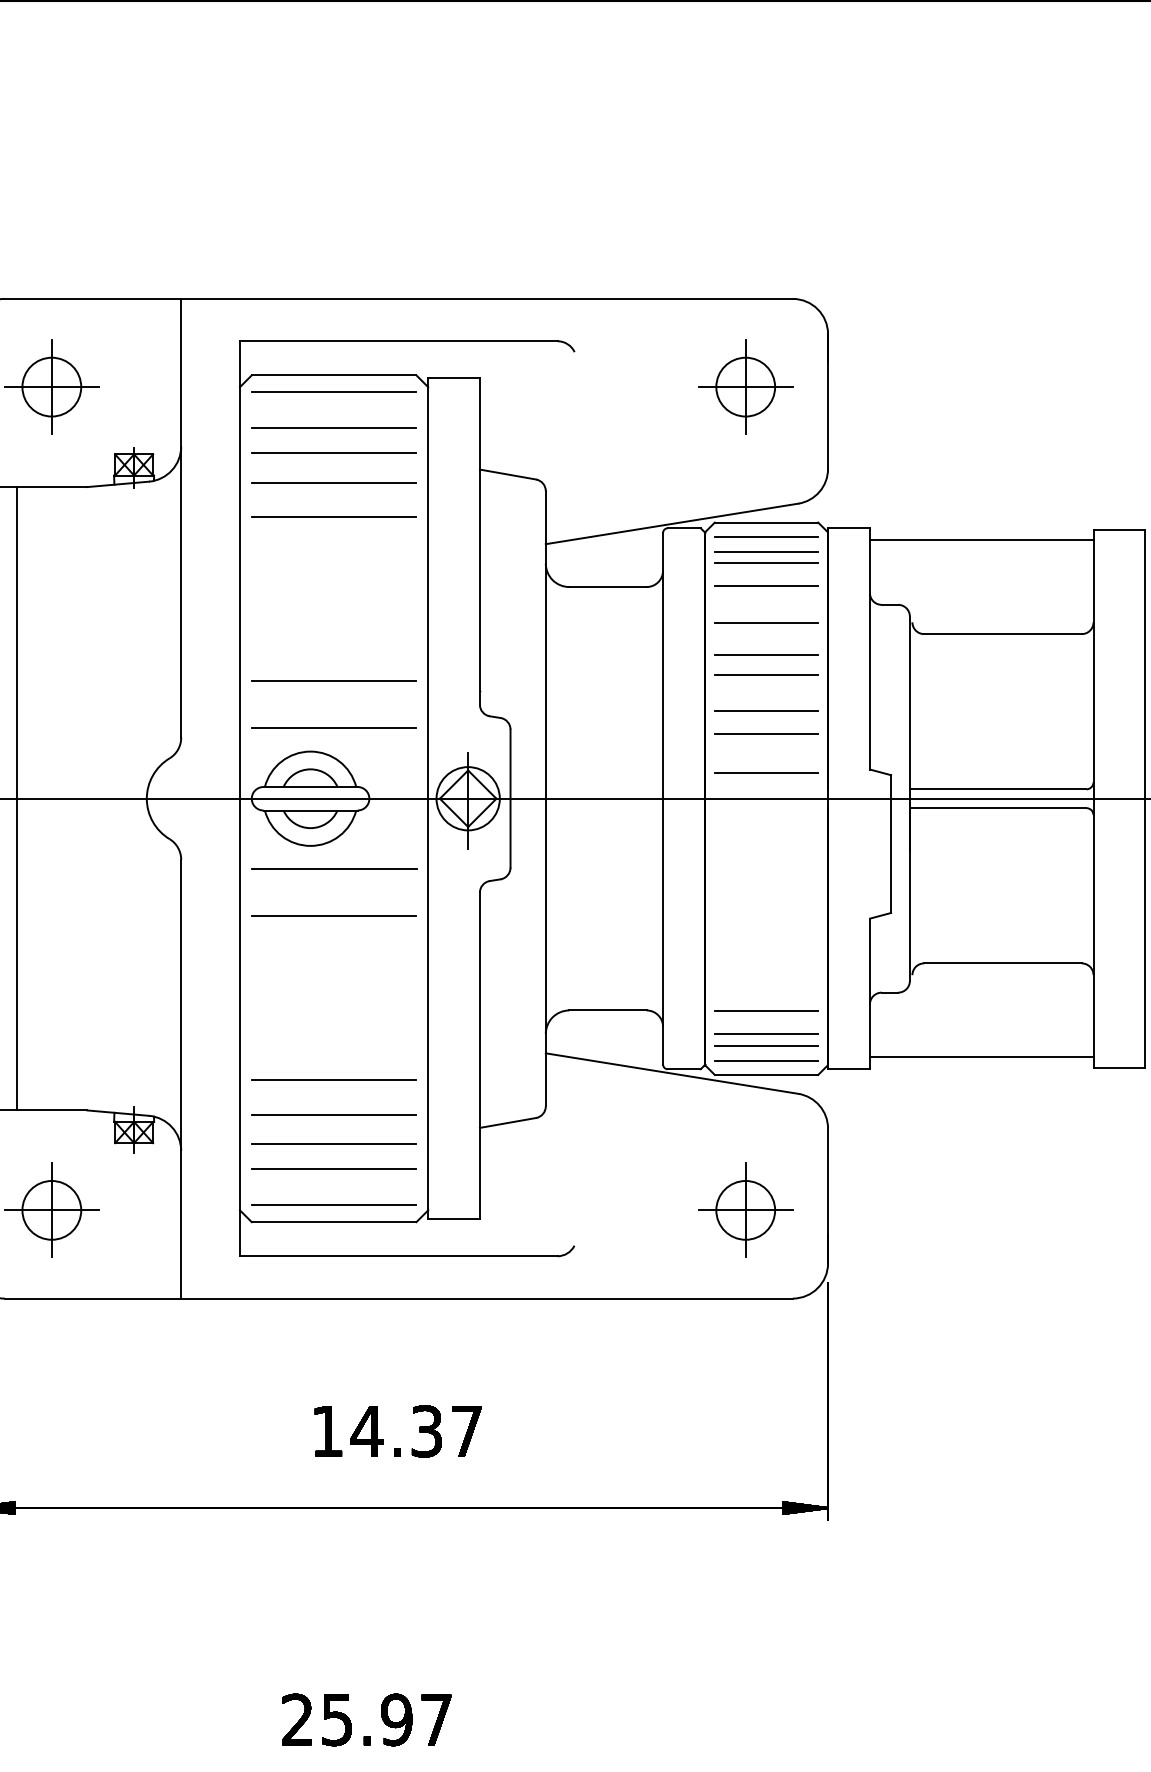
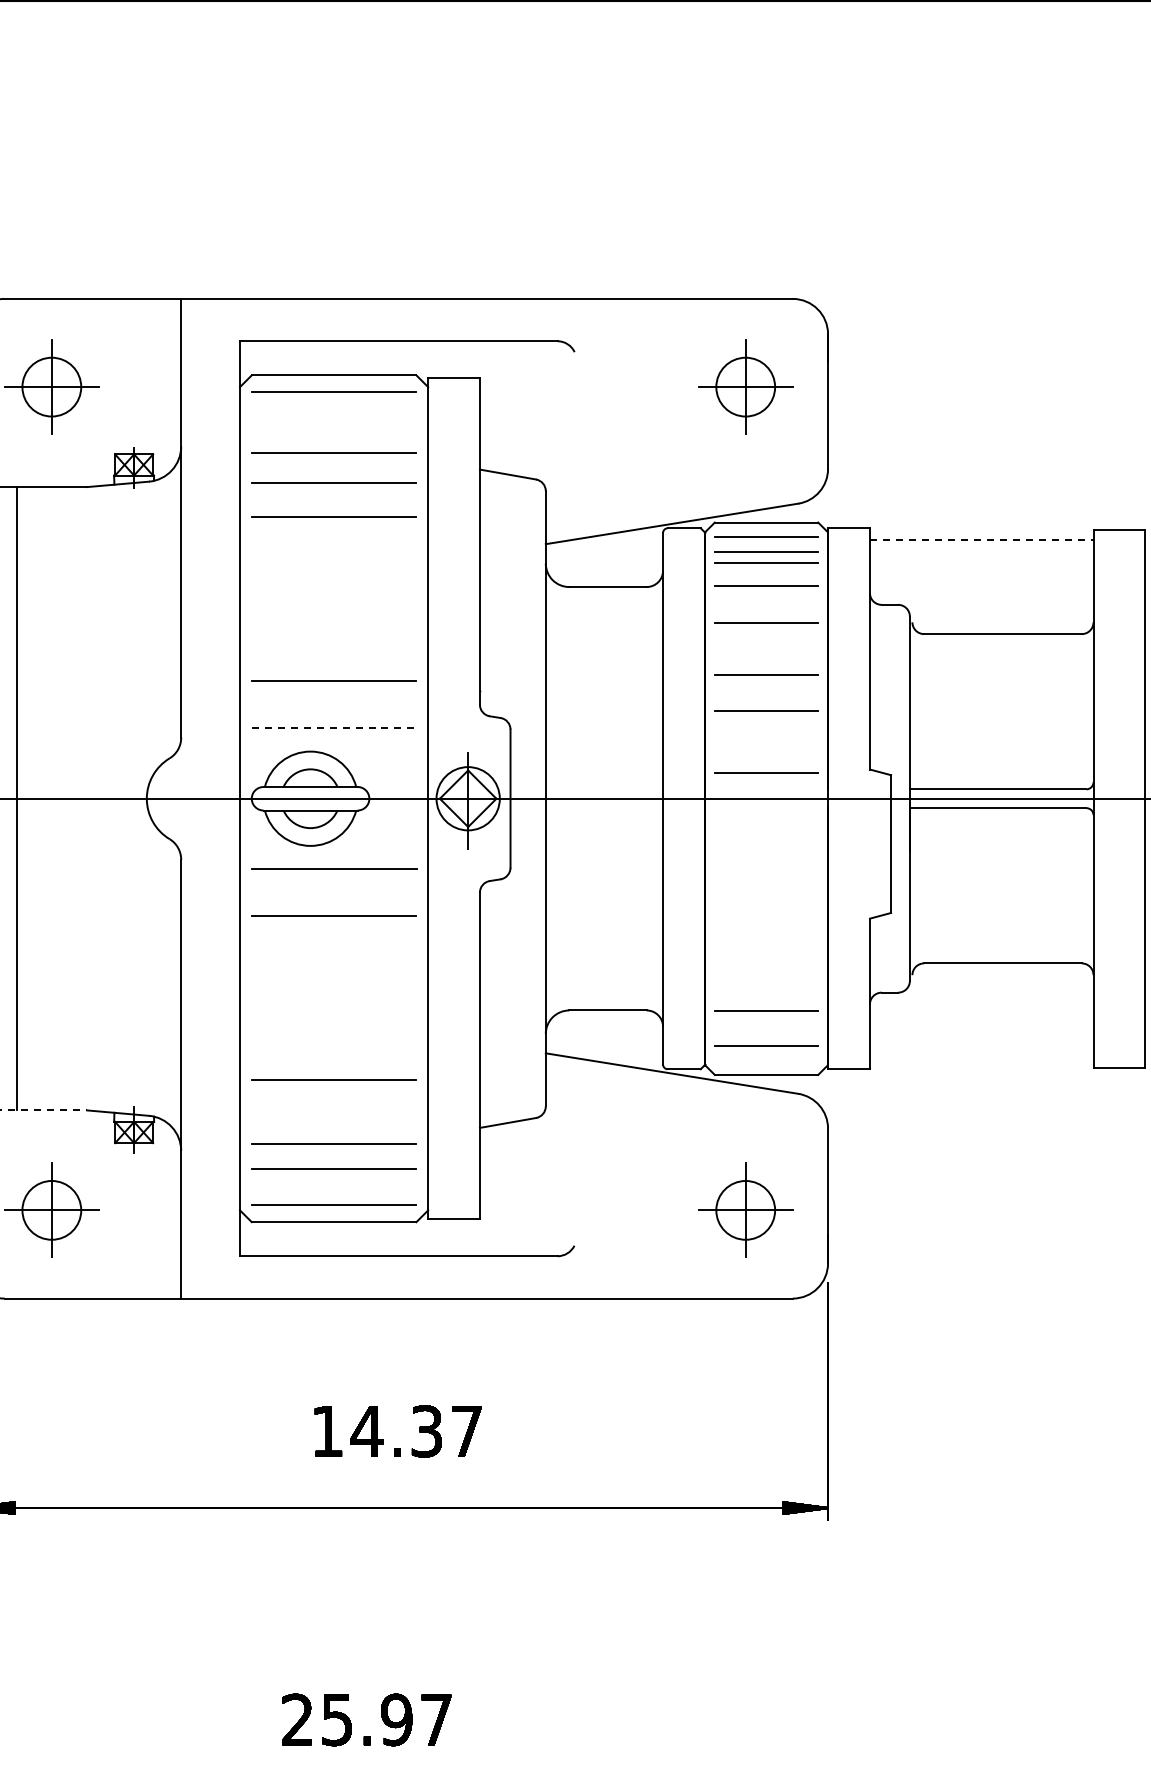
line at (333, 427): present -> none
line at (981, 540): solid -> dashed
line at (766, 654): present -> none
line at (333, 728): solid -> dashed
line at (766, 734): present -> none
line at (766, 1034): present -> none
line at (981, 1057): present -> none
line at (766, 1060): present -> none
line at (44, 1110): solid -> dashed
line at (333, 1114): present -> none
